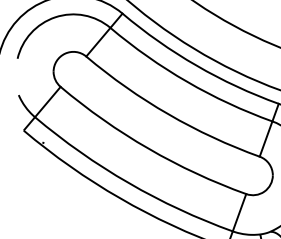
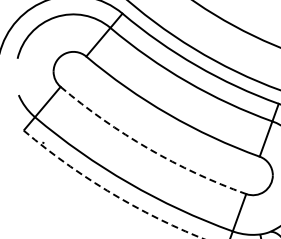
arc at (148, 148): solid -> dashed
arc at (109, 191): solid -> dashed
